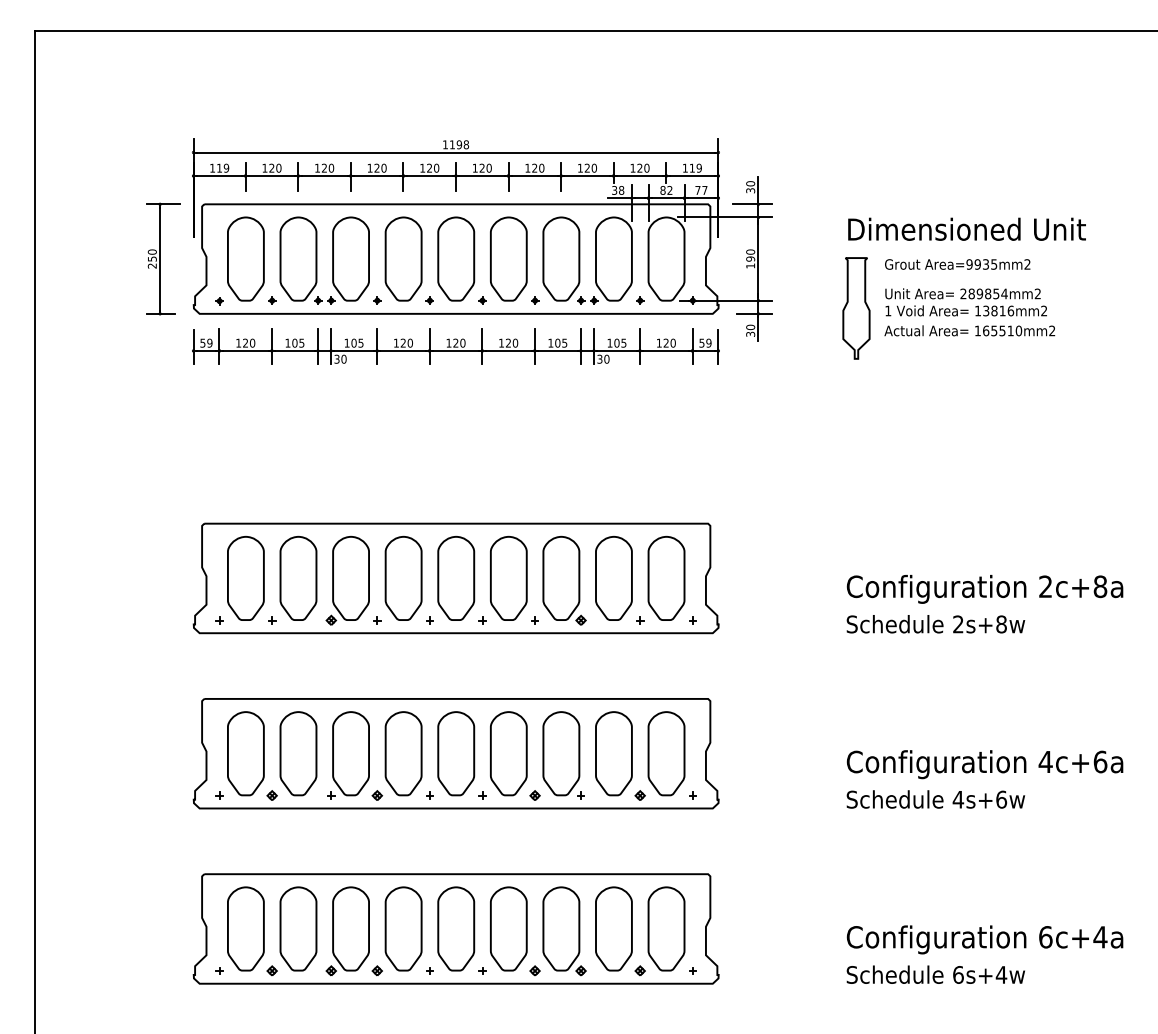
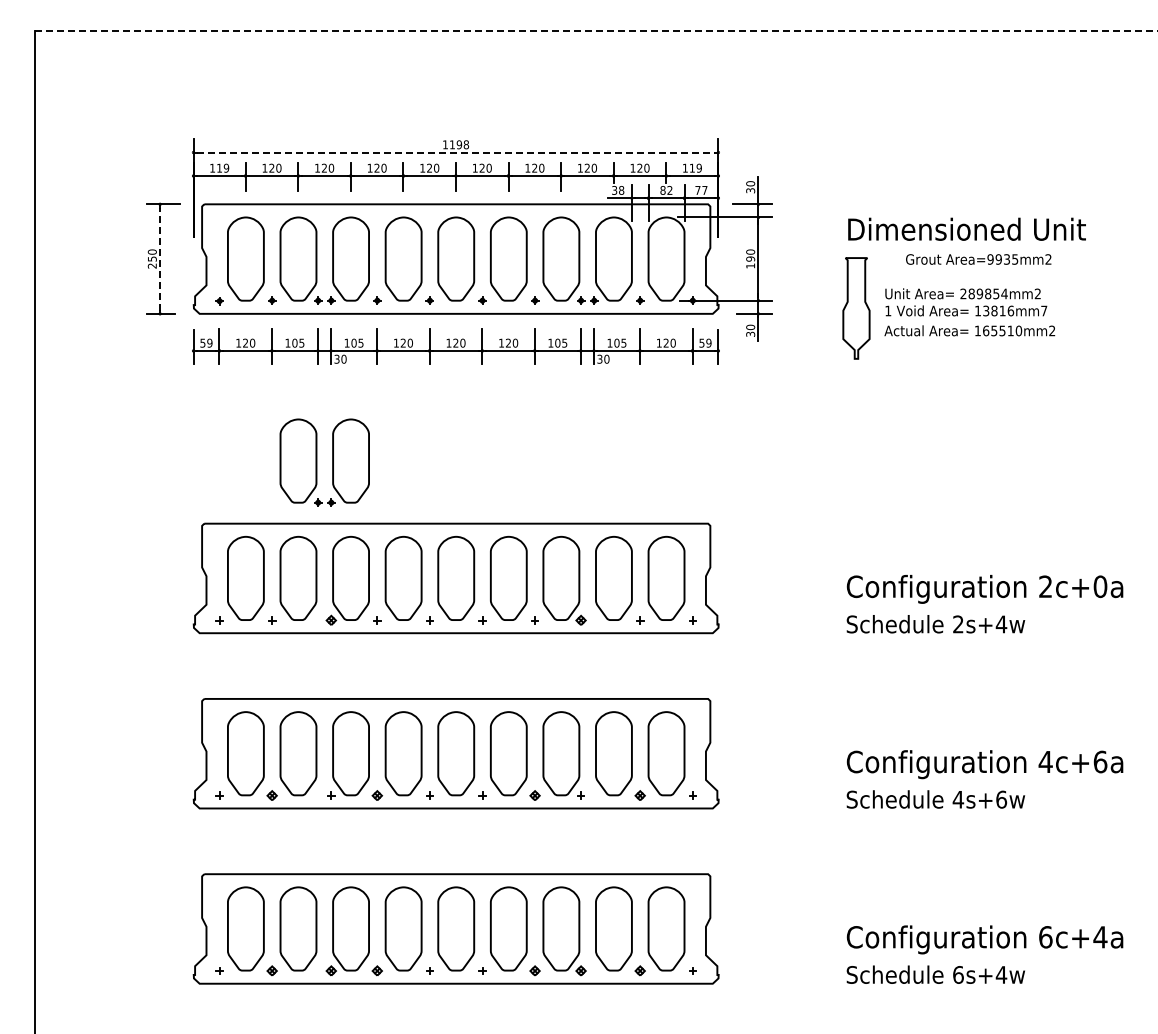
line at (596, 31): solid -> dashed
line at (456, 152): solid -> dashed
line at (160, 258): solid -> dashed
text at (957, 264) position: (957, 264) -> (978, 259)
text at (1044, 310): 13816mm2 -> 13816mm7
part at (317, 462): none -> present
text at (1100, 586): 2c+8a -> 2c+0a
text at (1001, 624): 2s+8w -> 2s+4w
